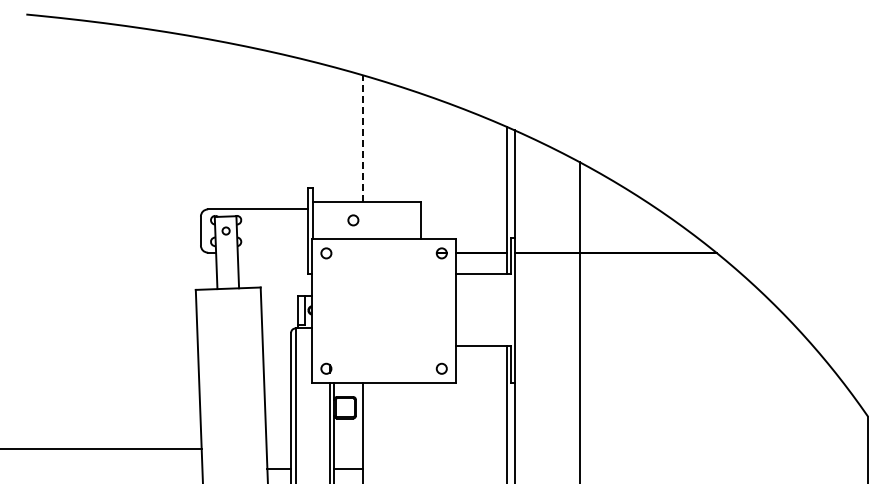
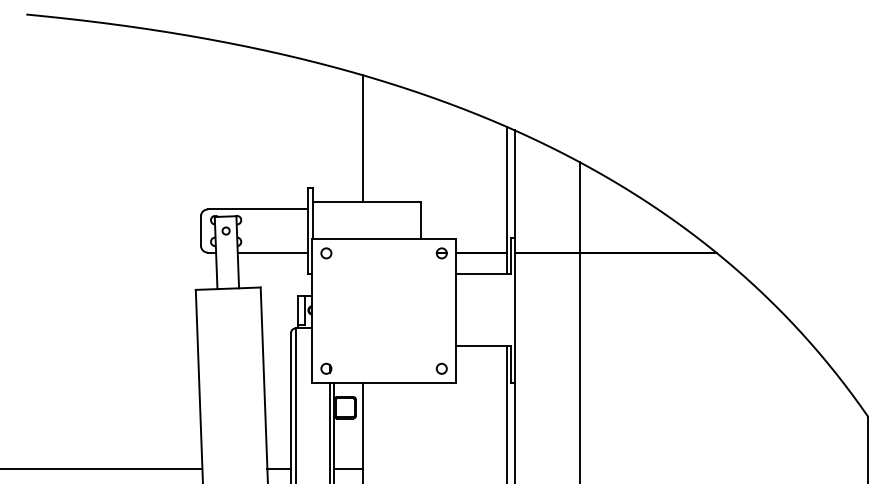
line at (363, 138): dashed -> solid
circle at (353, 220): present -> none
line at (272, 252): none -> present
line at (102, 449) position: (102, 449) -> (102, 469)
